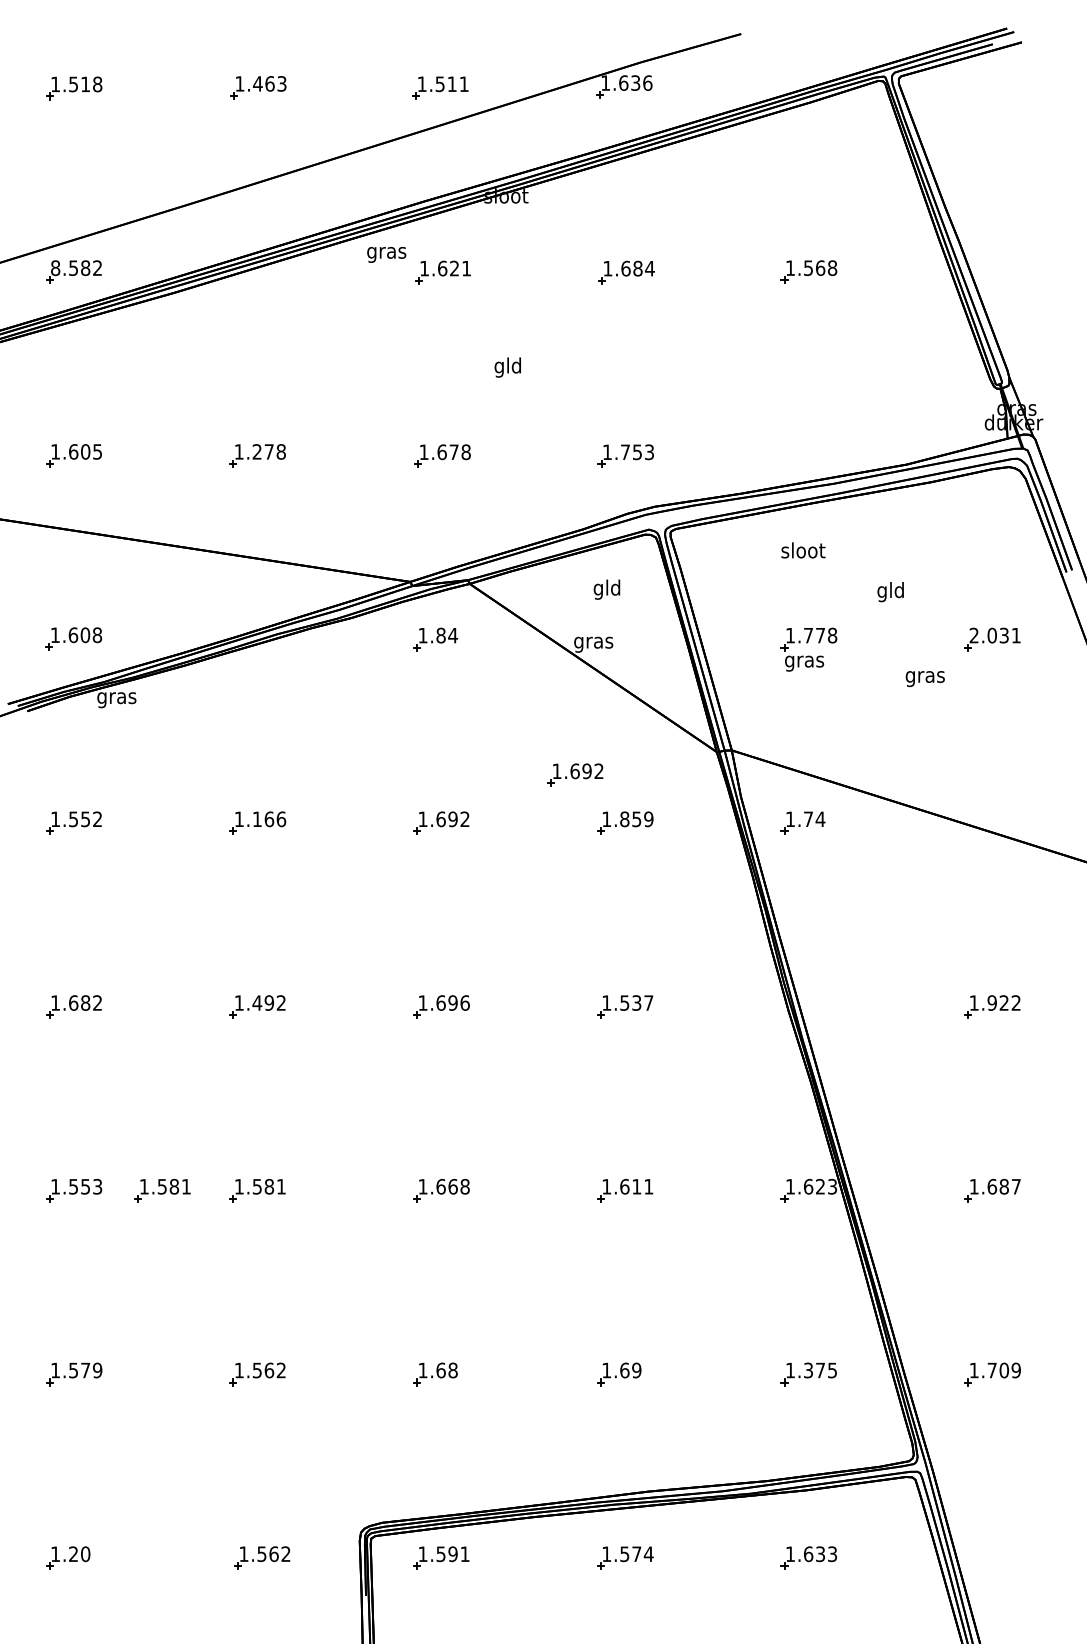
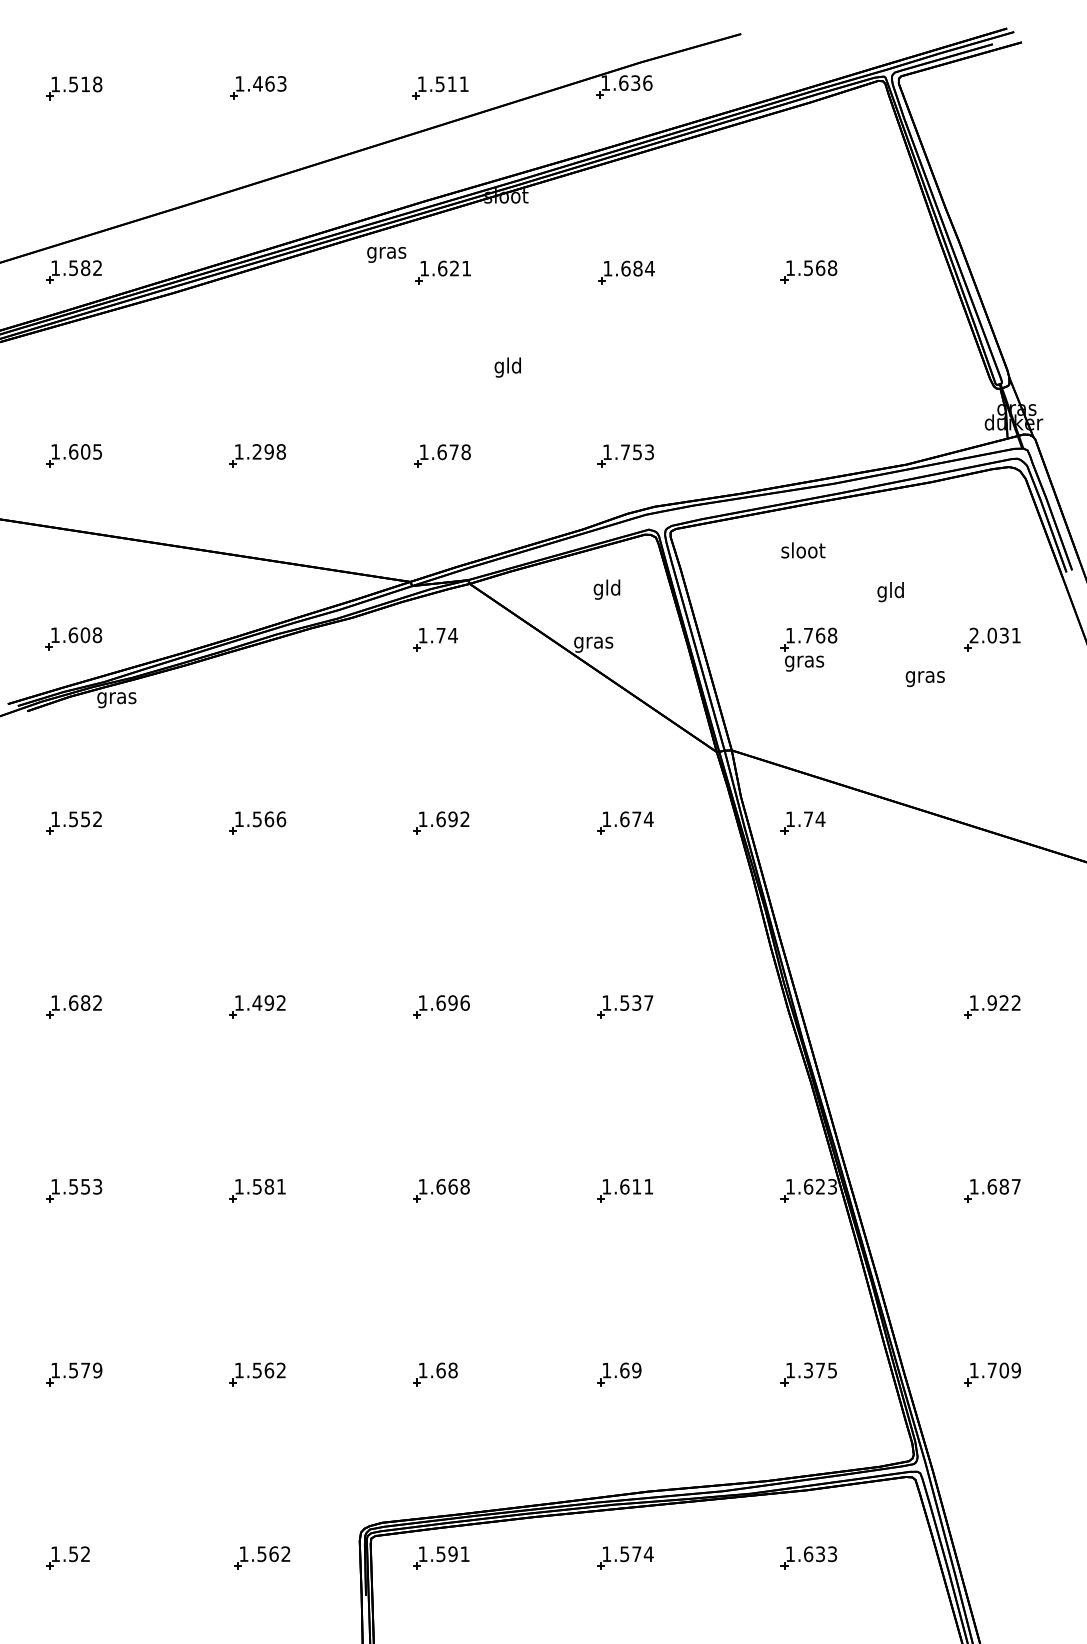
text at (55, 268): 8.582 -> 1.582
text at (268, 451): 1.278 -> 1.298
text at (440, 635): 1.84 -> 1.74
text at (820, 635): 1.778 -> 1.768
part at (575, 774): present -> none
text at (256, 819): 1.166 -> 1.566
text at (636, 819): 1.859 -> 1.674
part at (162, 1190): present -> none
text at (79, 1554): 1.20 -> 1.52
